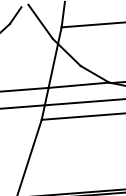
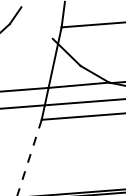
line at (40, 21): present -> none
line at (29, 157): solid -> dashed
